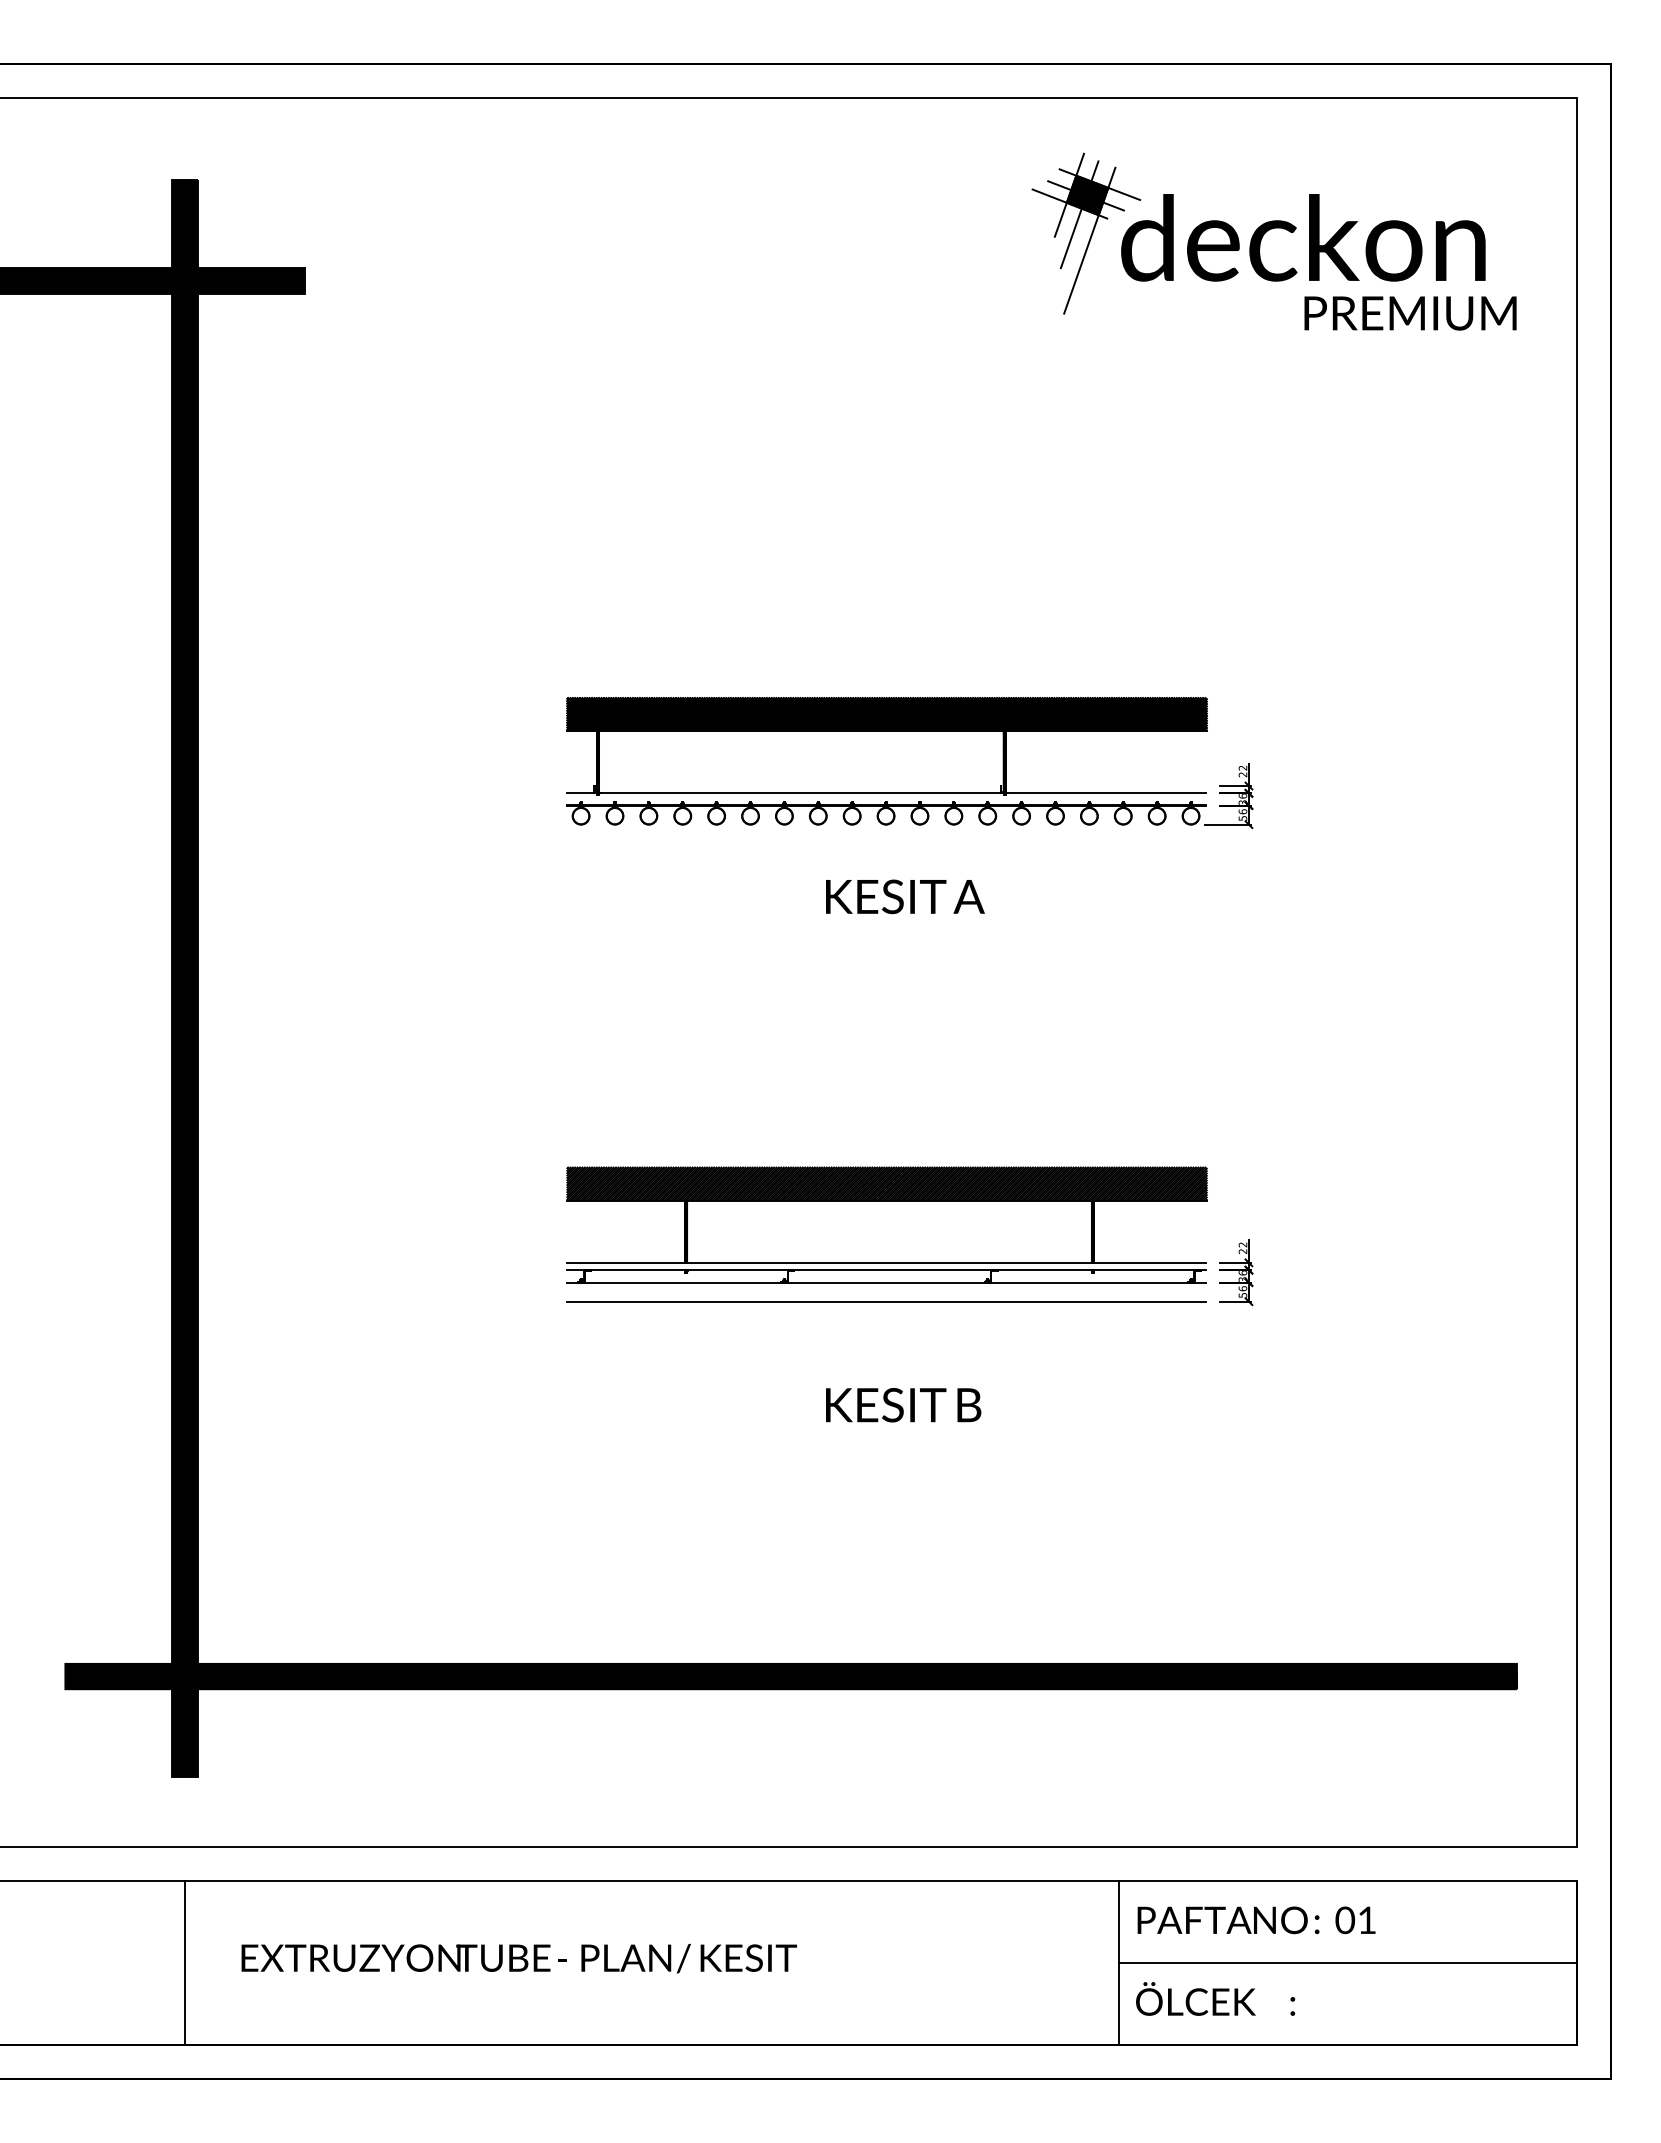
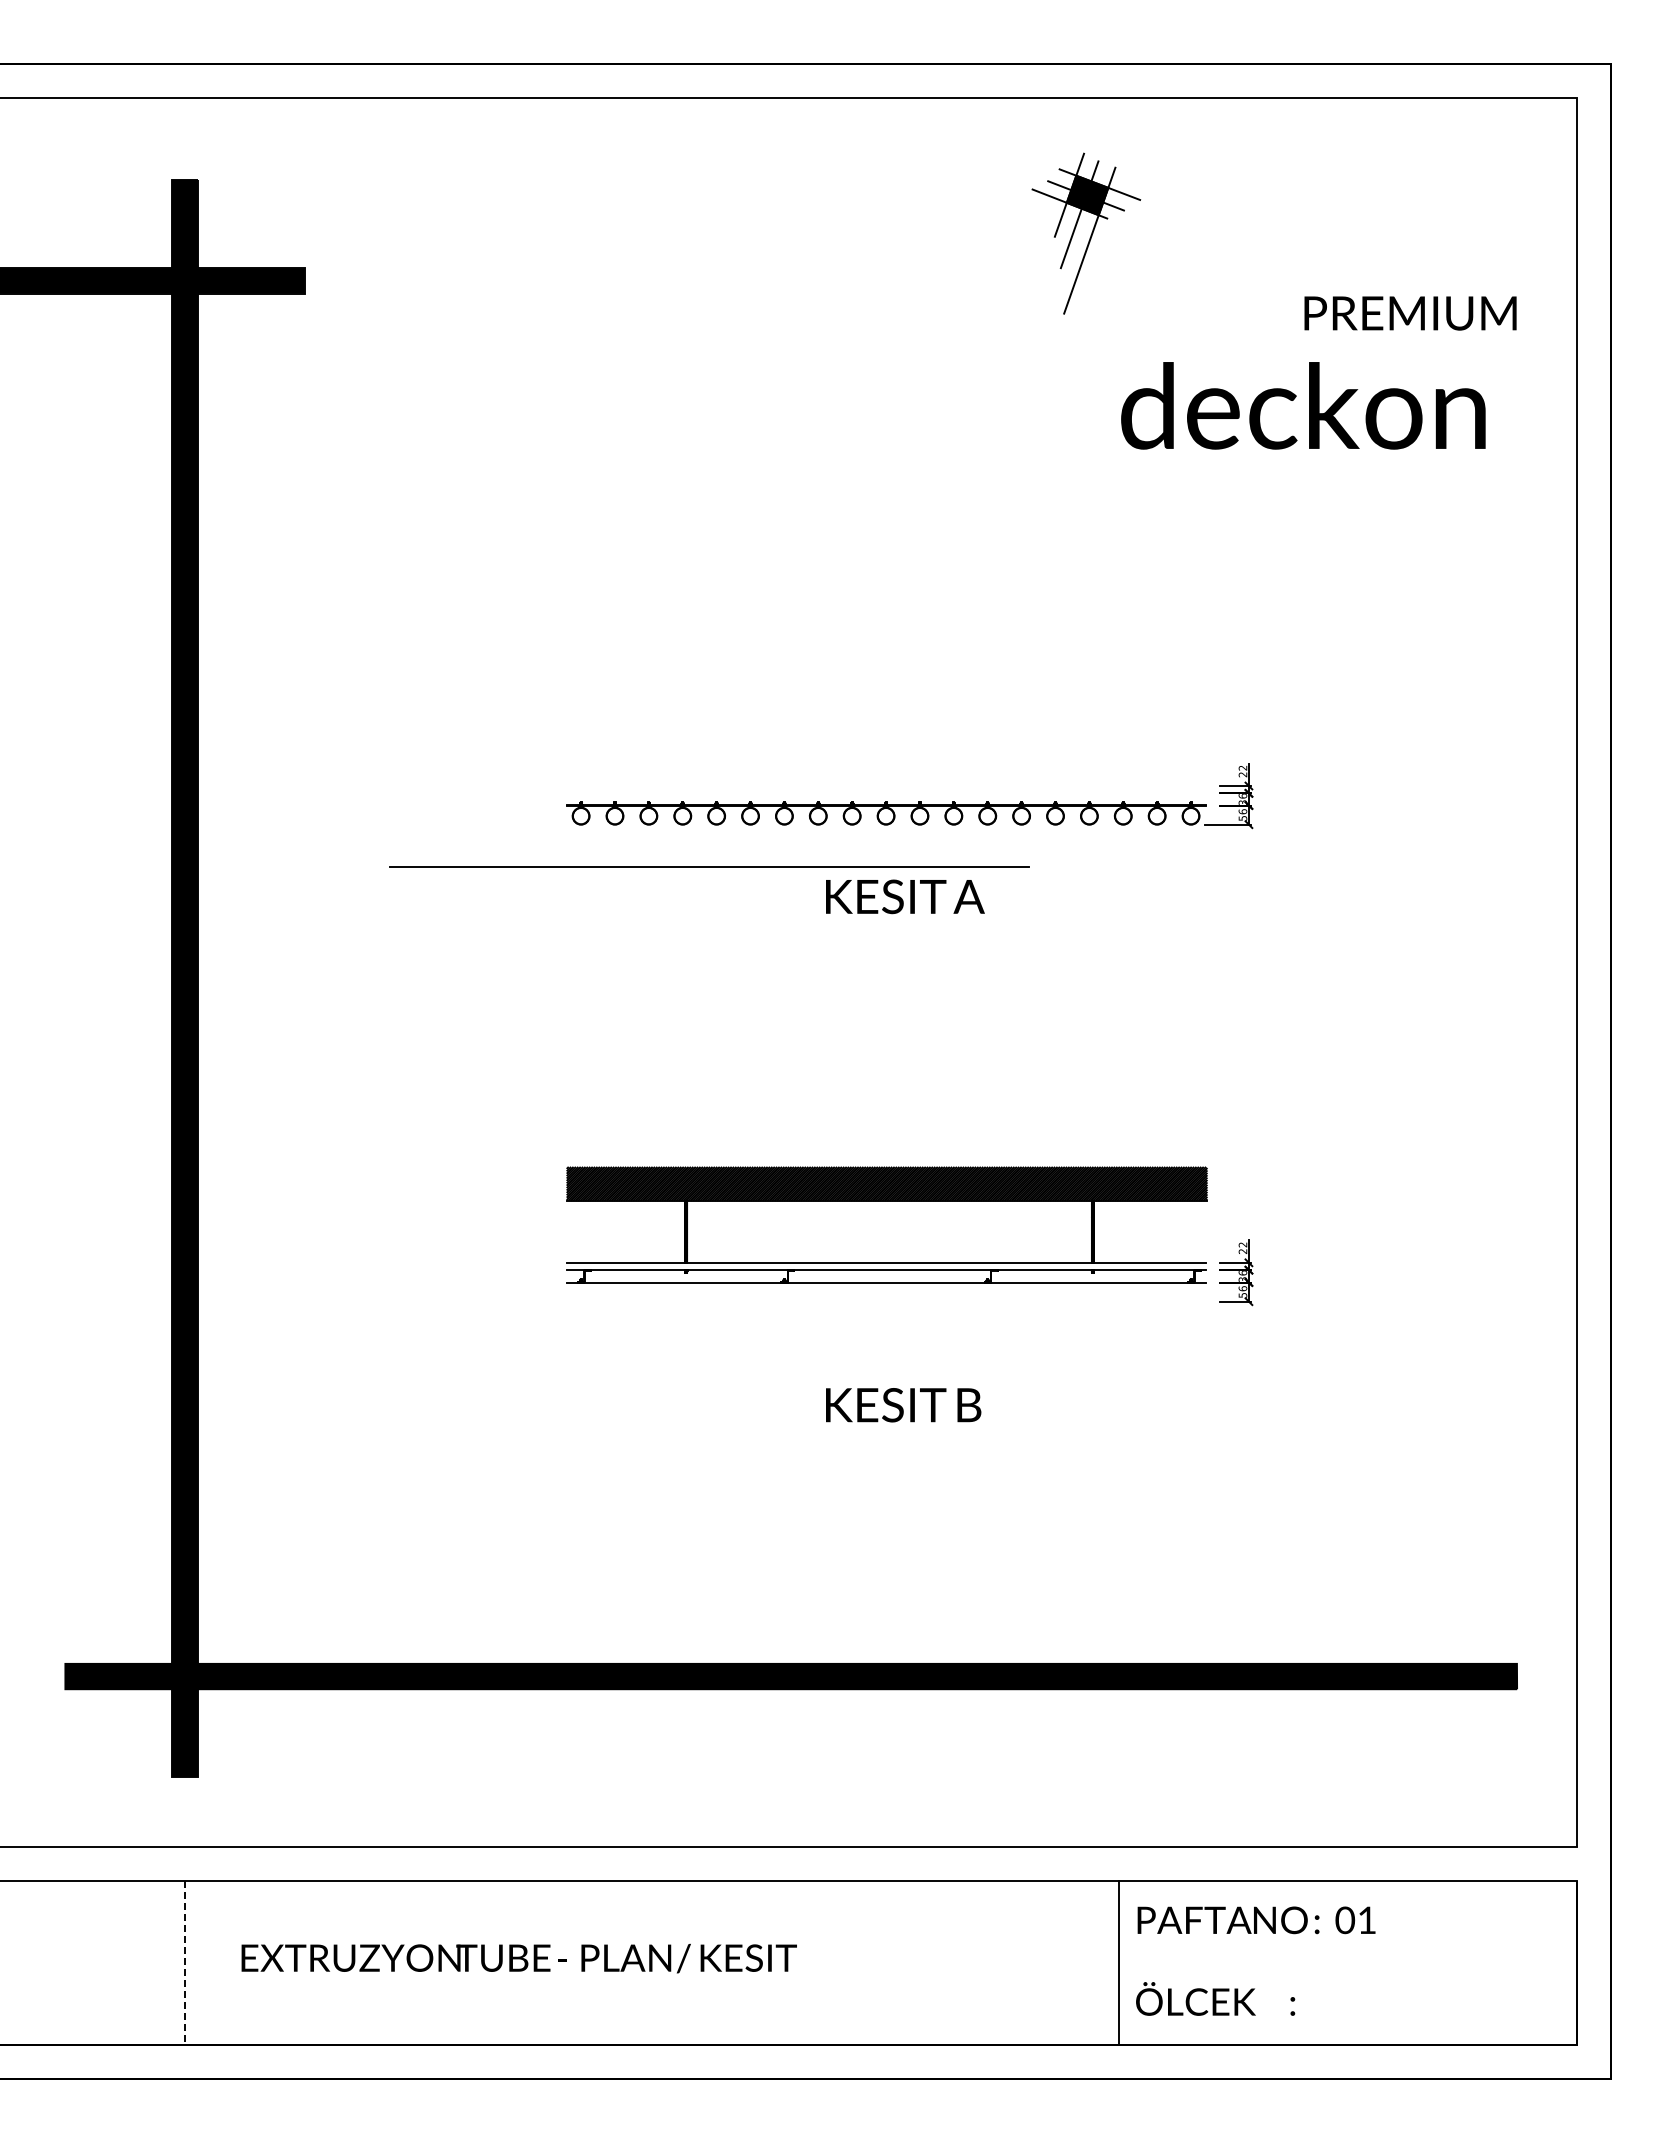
text at (1303, 237) position: (1303, 237) -> (1303, 405)
part at (886, 746): present -> none
line at (886, 1301) position: (886, 1301) -> (709, 866)
line at (185, 1962): solid -> dashed
line at (1347, 1962): present -> none
